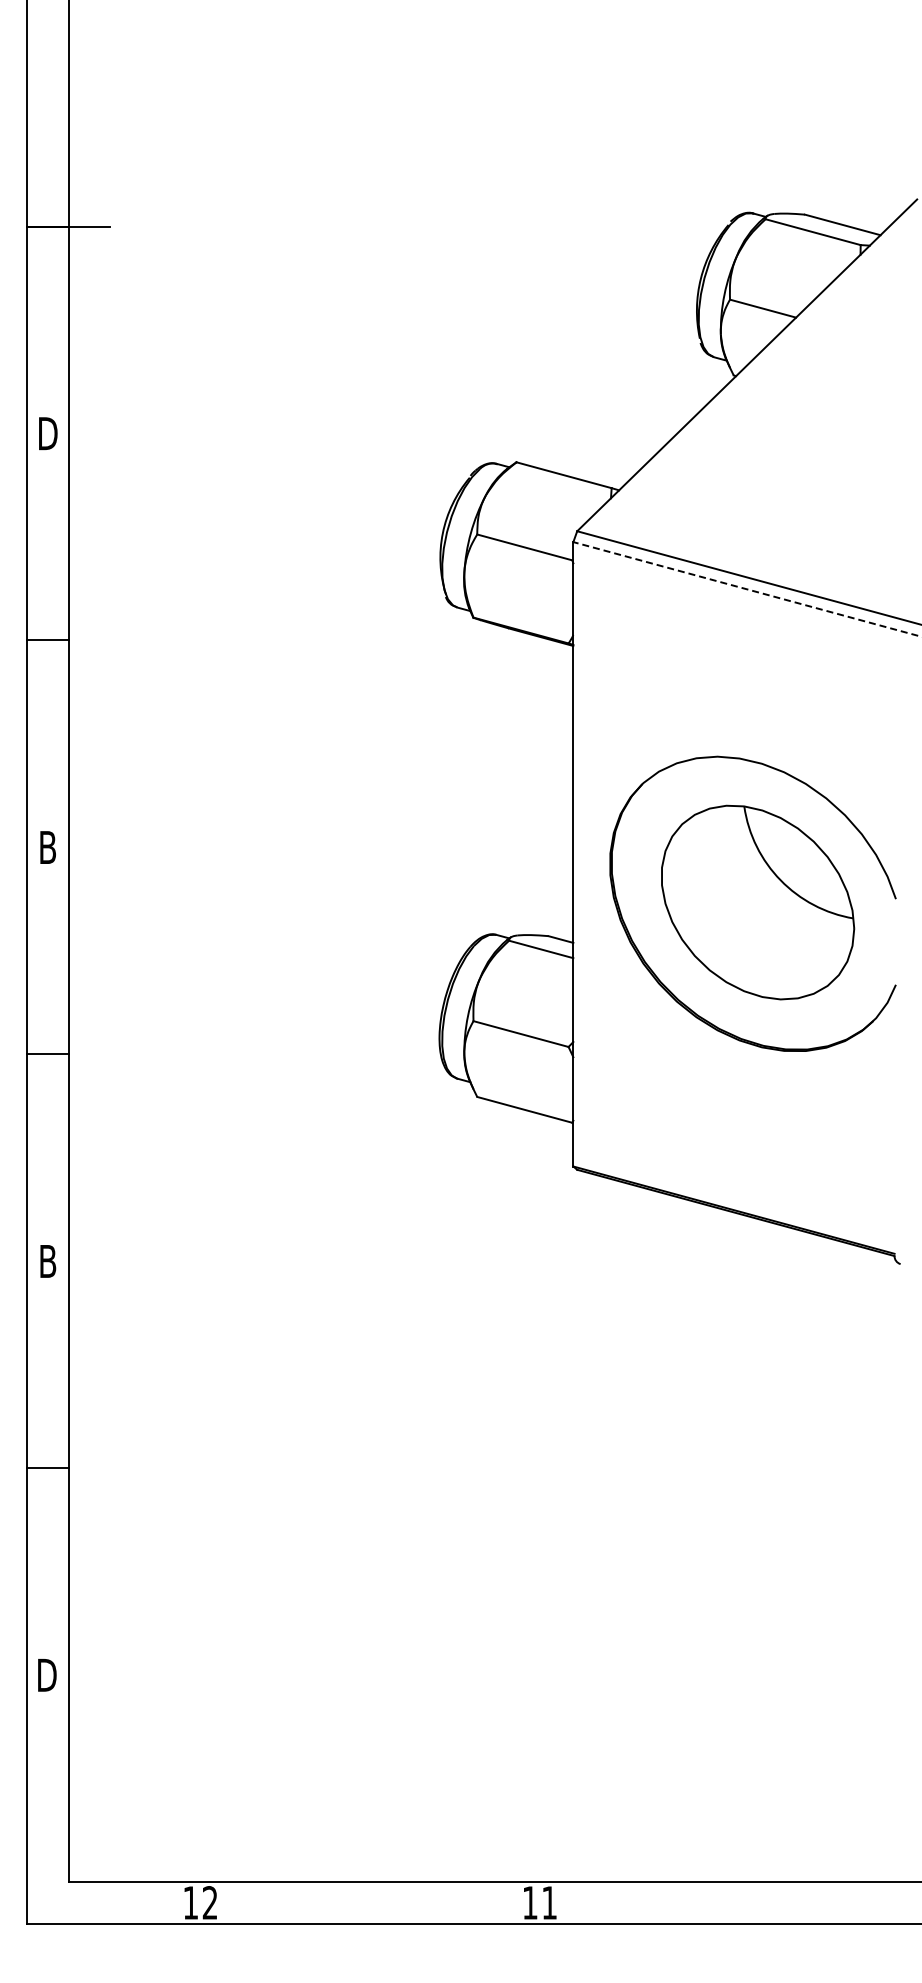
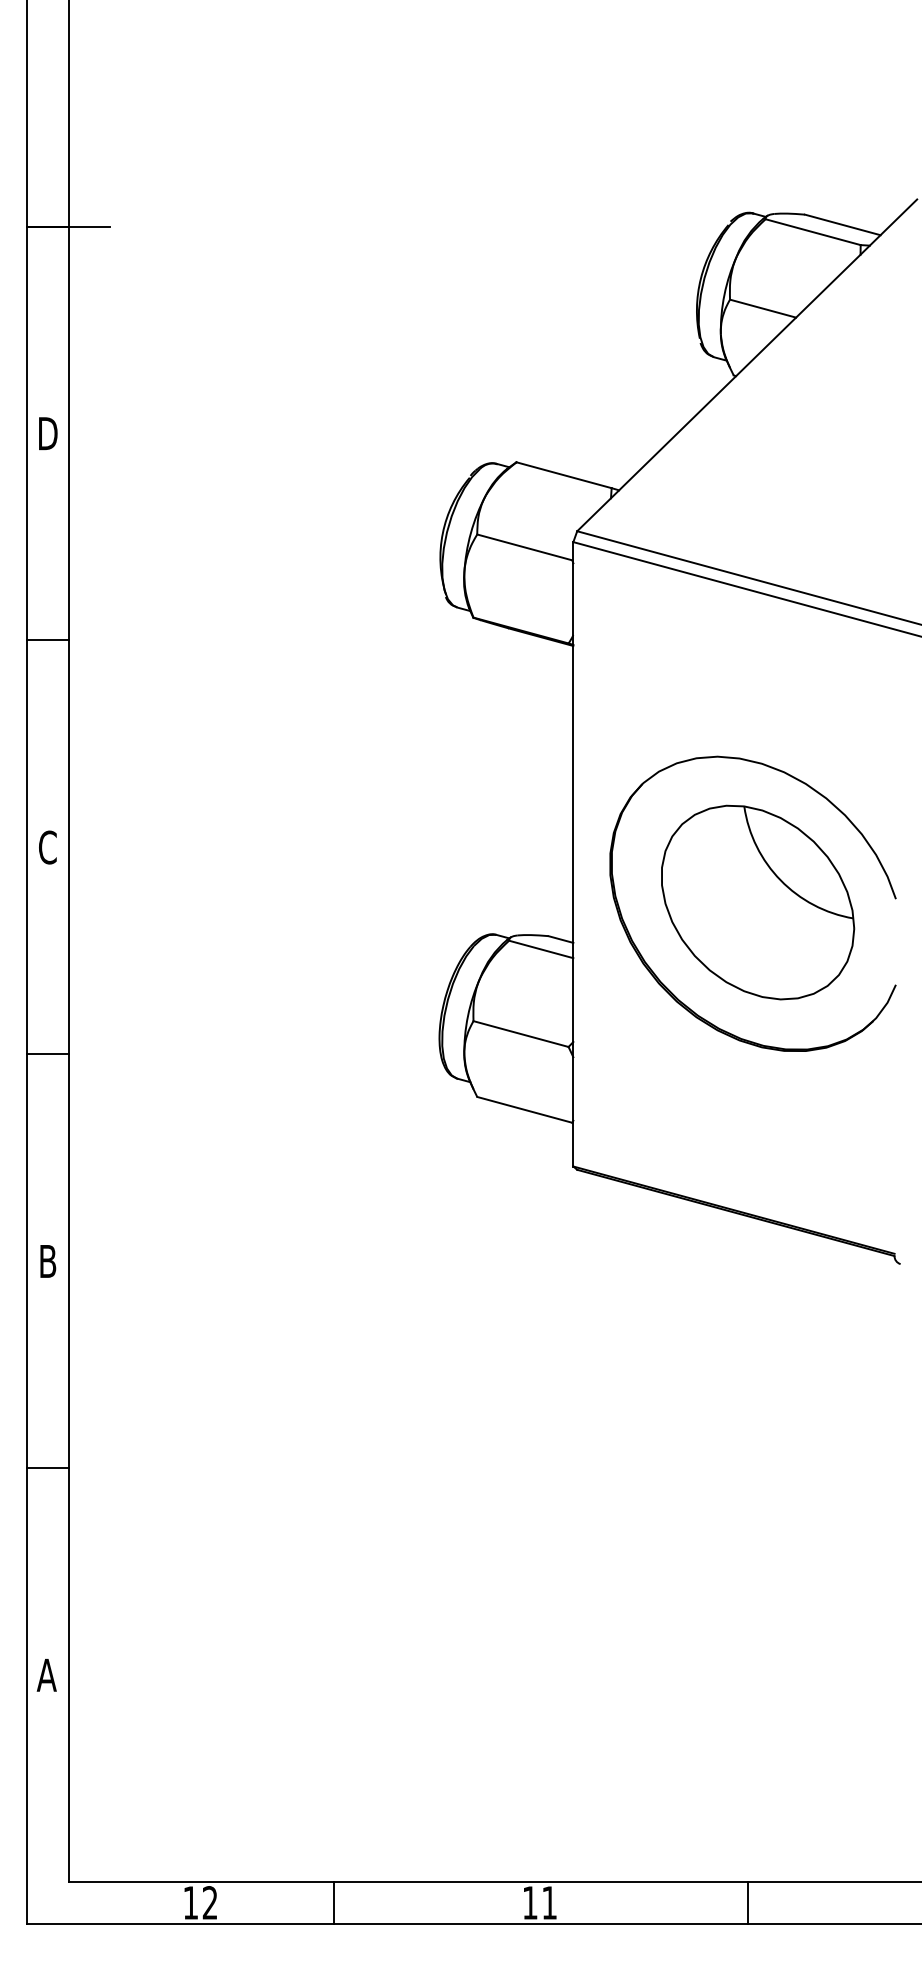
line at (746, 589): dashed -> solid
text at (47, 847): B -> C
text at (46, 1674): D -> A
line at (333, 1902): none -> present
line at (747, 1902): none -> present
